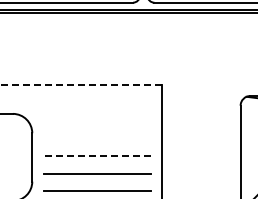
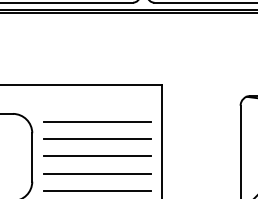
line at (80, 84): dashed -> solid
line at (97, 121): none -> present
line at (97, 139): none -> present
line at (97, 156): dashed -> solid
